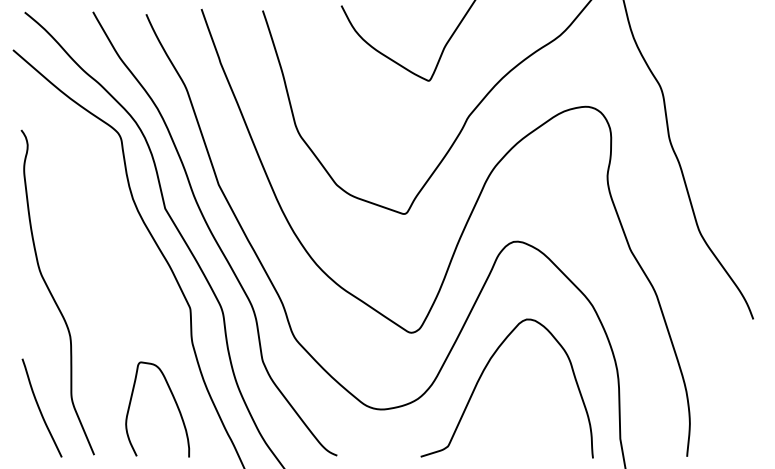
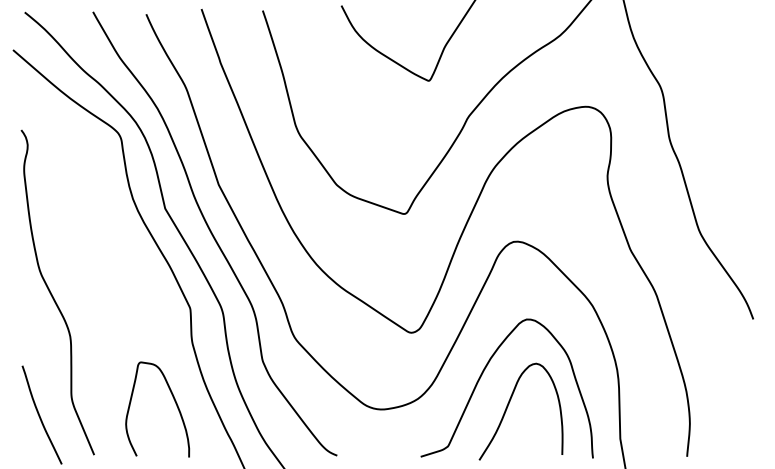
curve at (508, 406): none -> present
curve at (40, 408) position: (40, 408) -> (40, 415)
